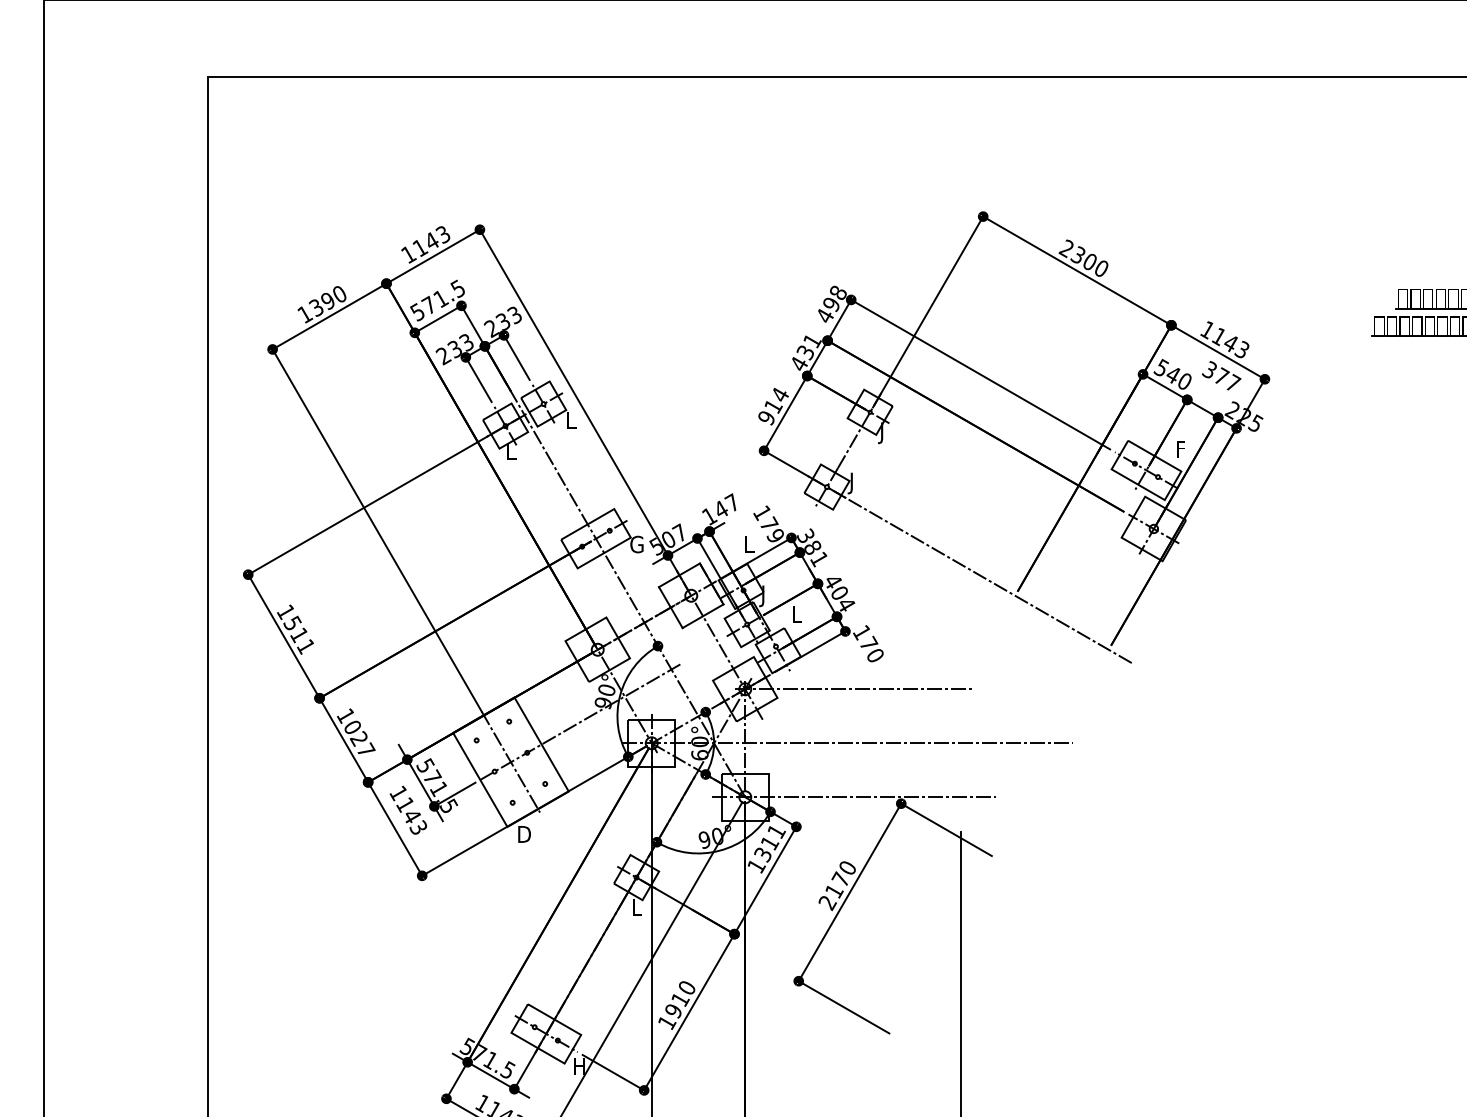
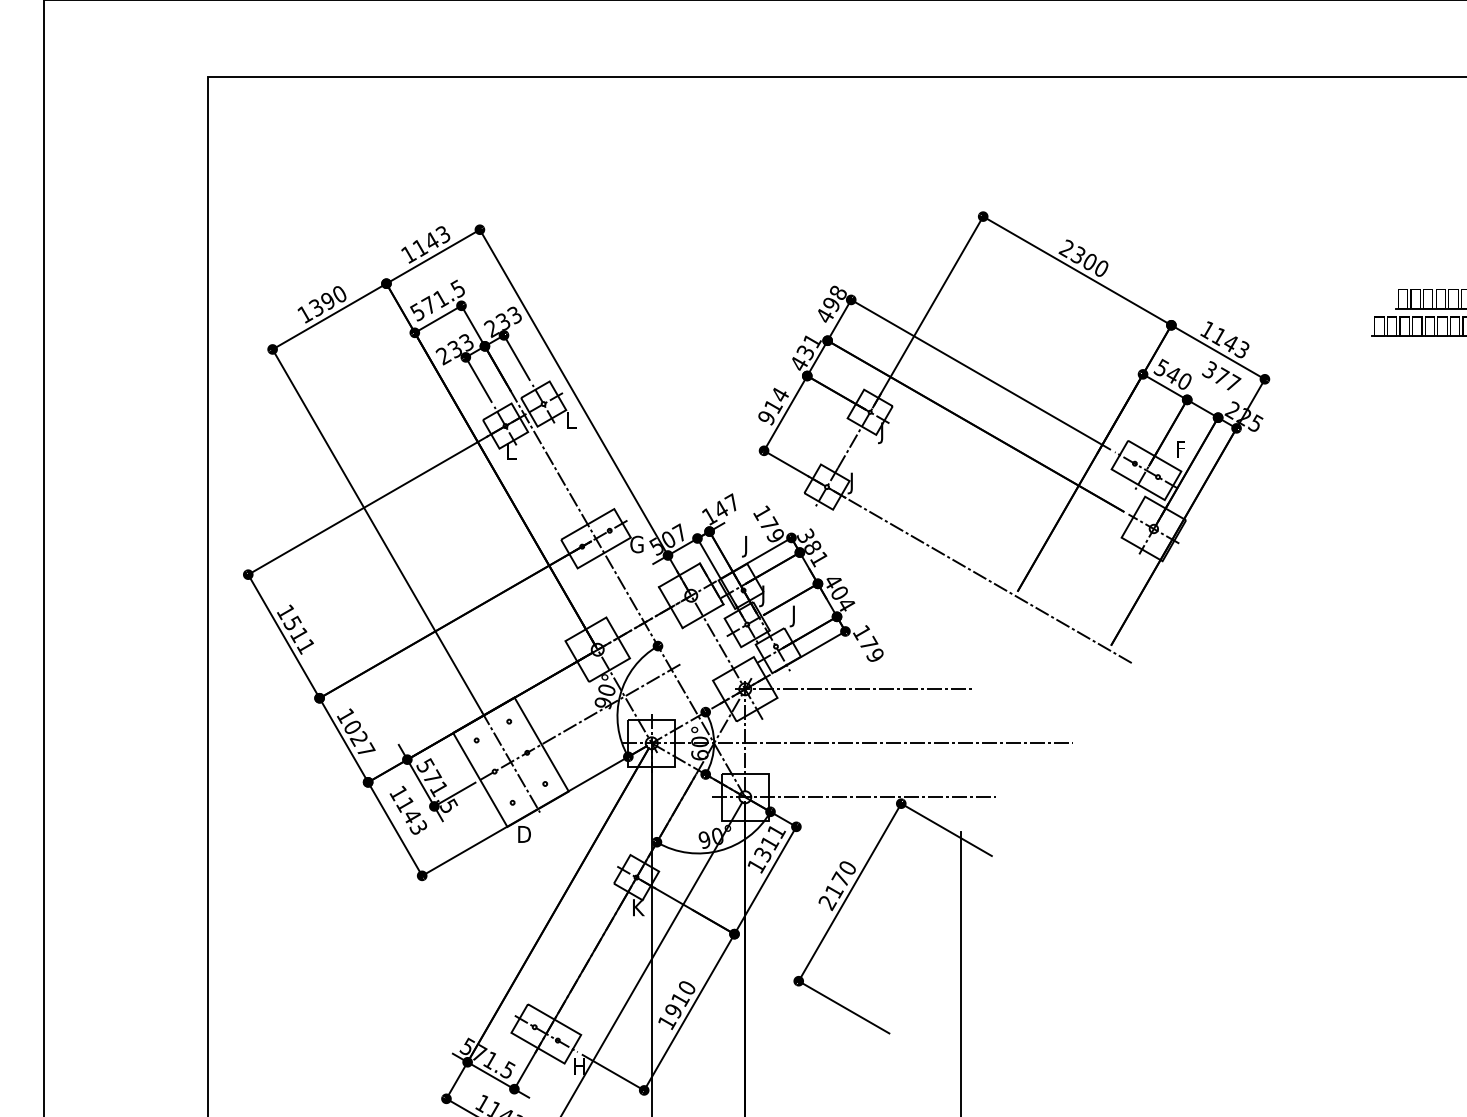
text at (748, 546): L -> J
text at (795, 616): L -> J
text at (874, 655): 170 -> 179
text at (638, 907): L -> K
